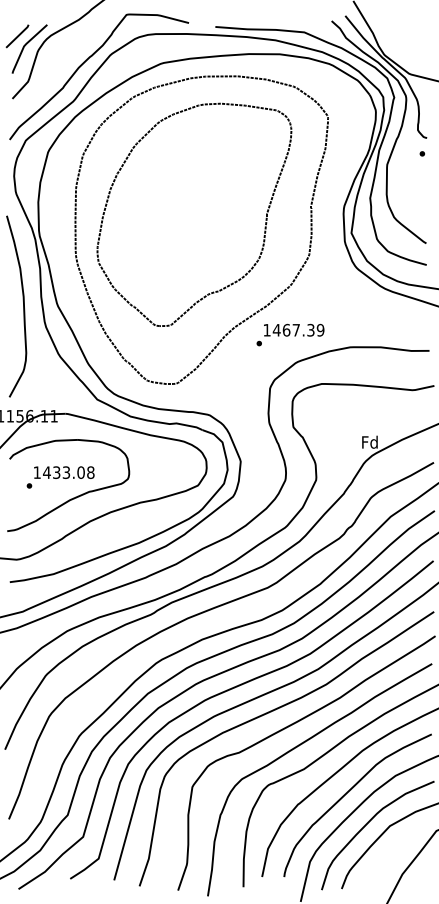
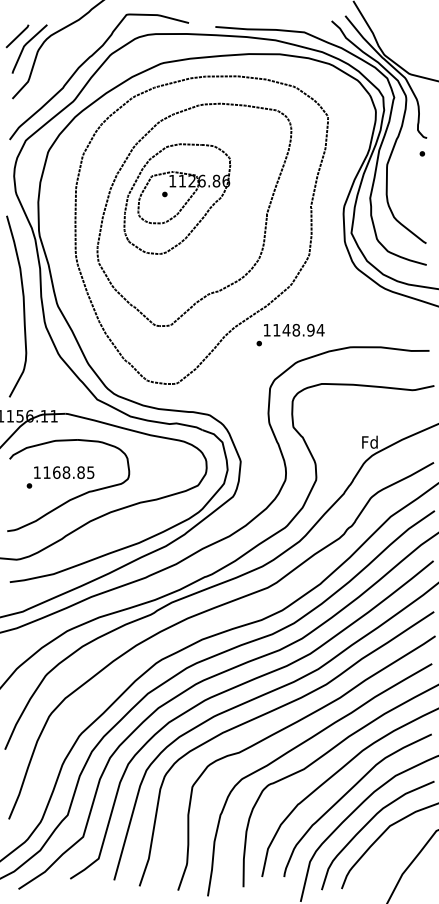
part at (184, 203): none -> present
text at (298, 329): 1467.39 -> 1148.94
text at (68, 472): 1433.08 -> 1168.85
